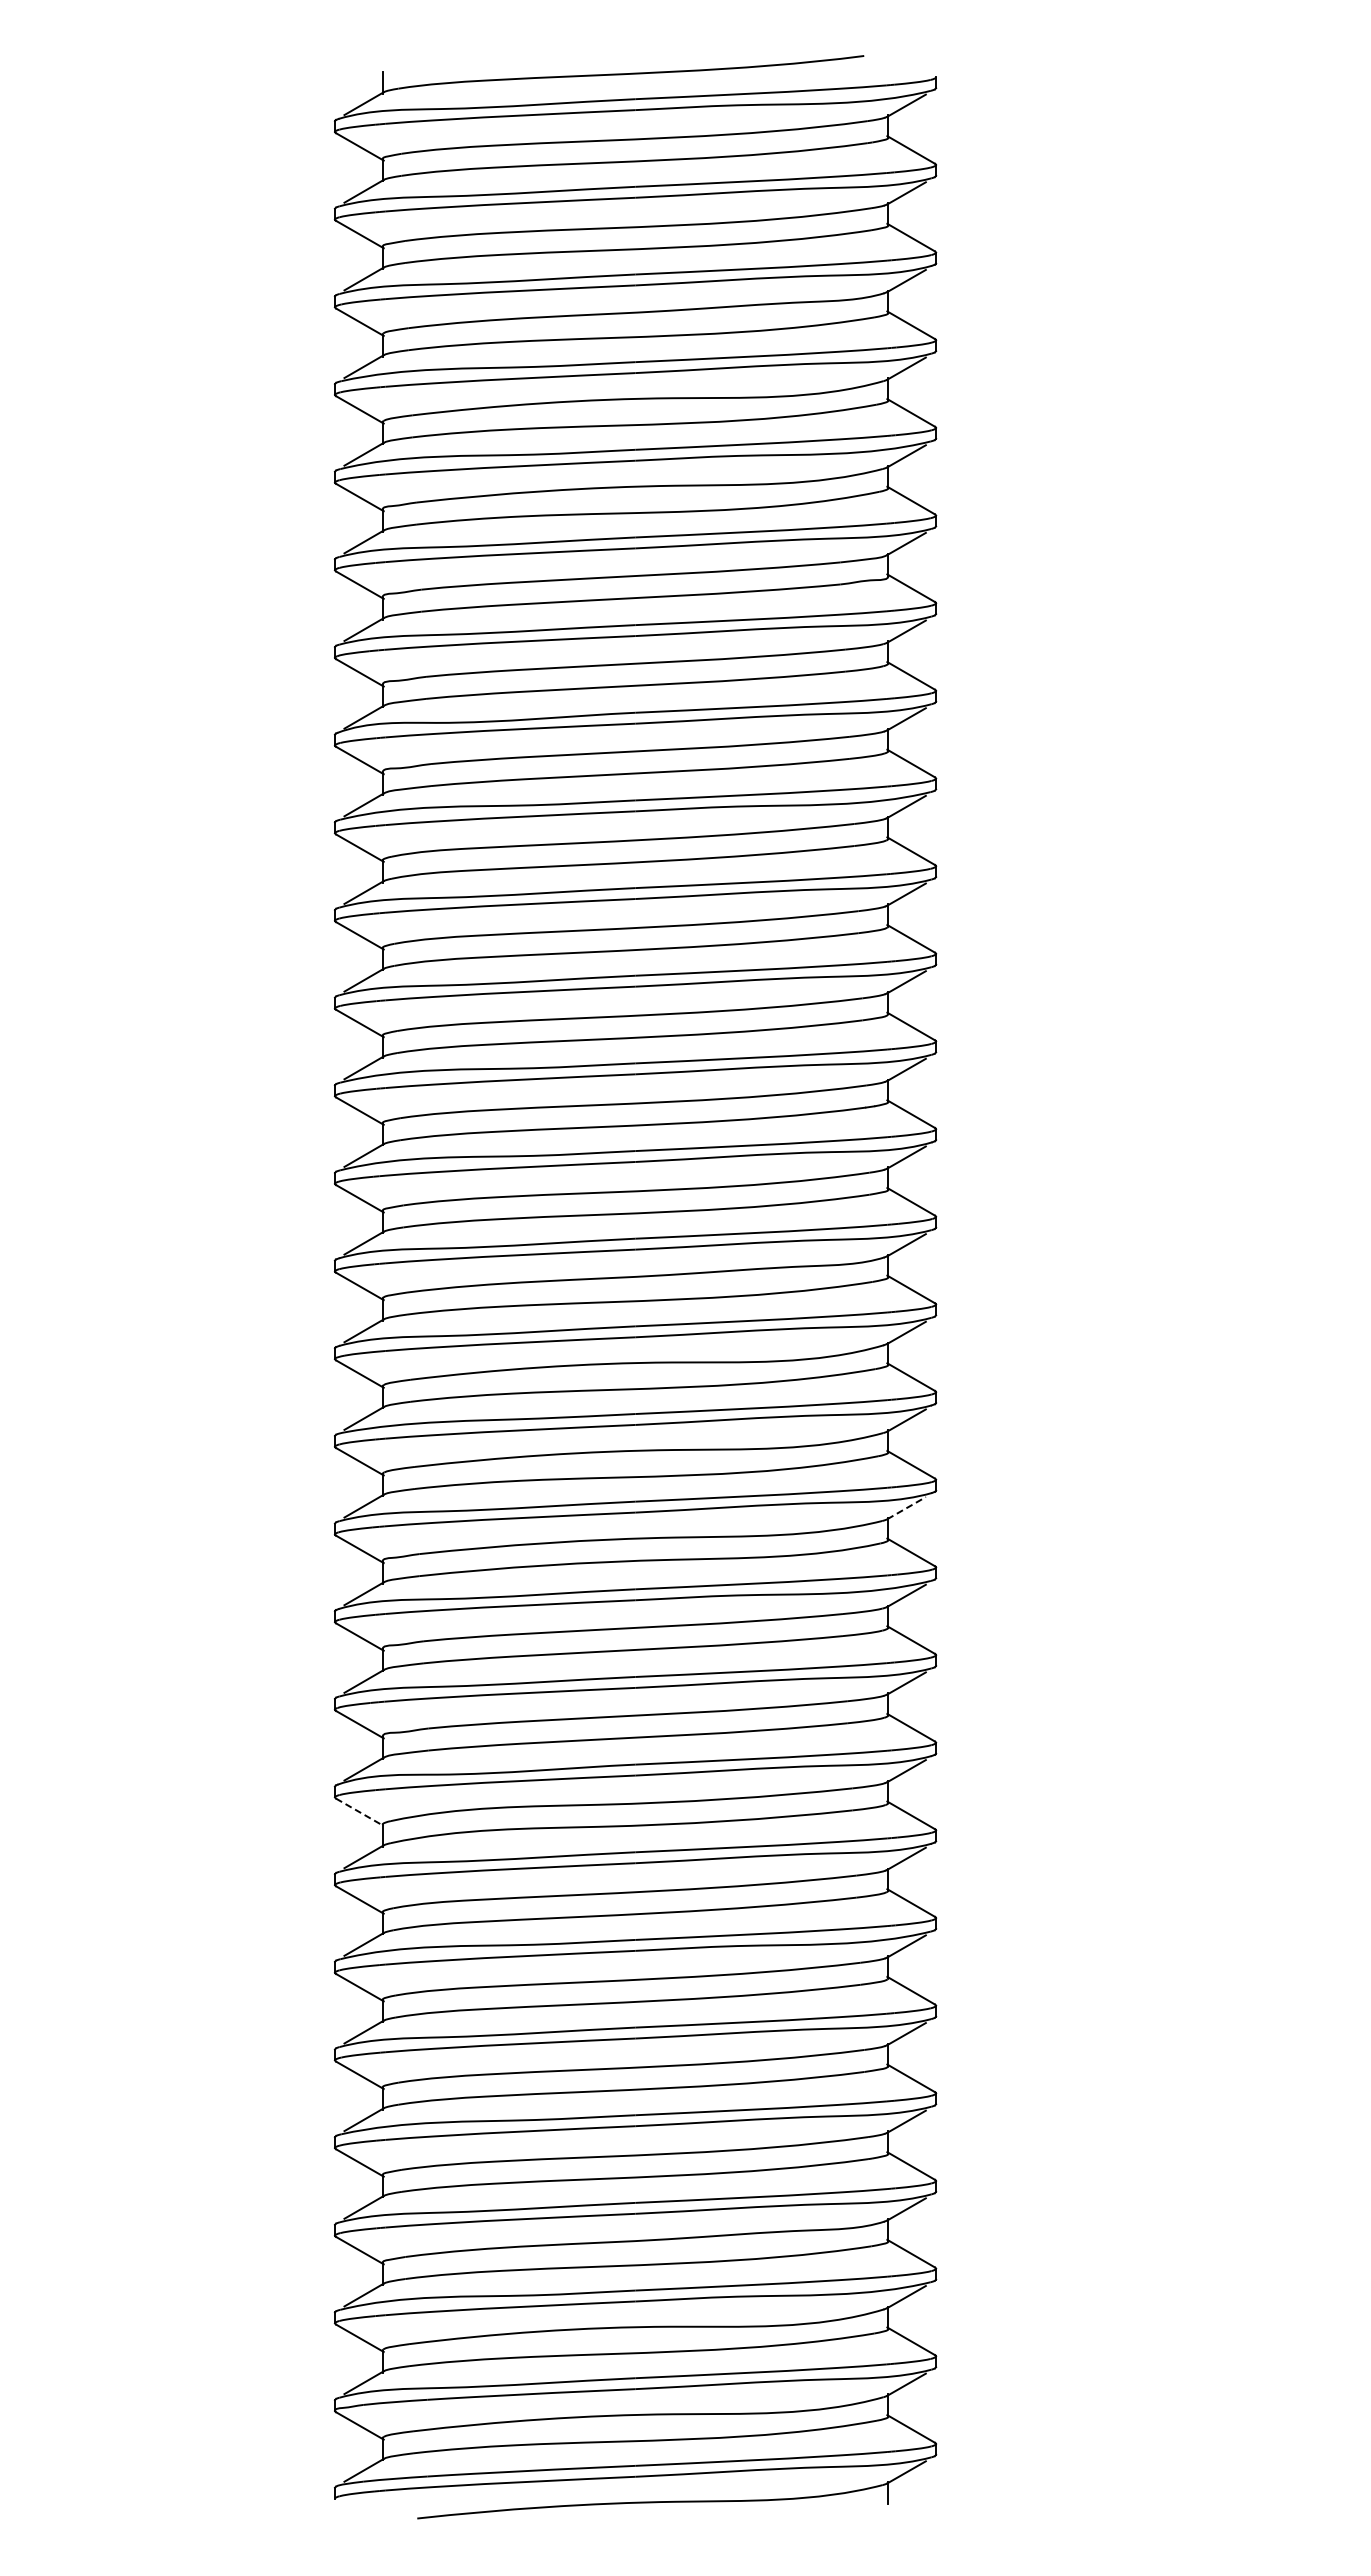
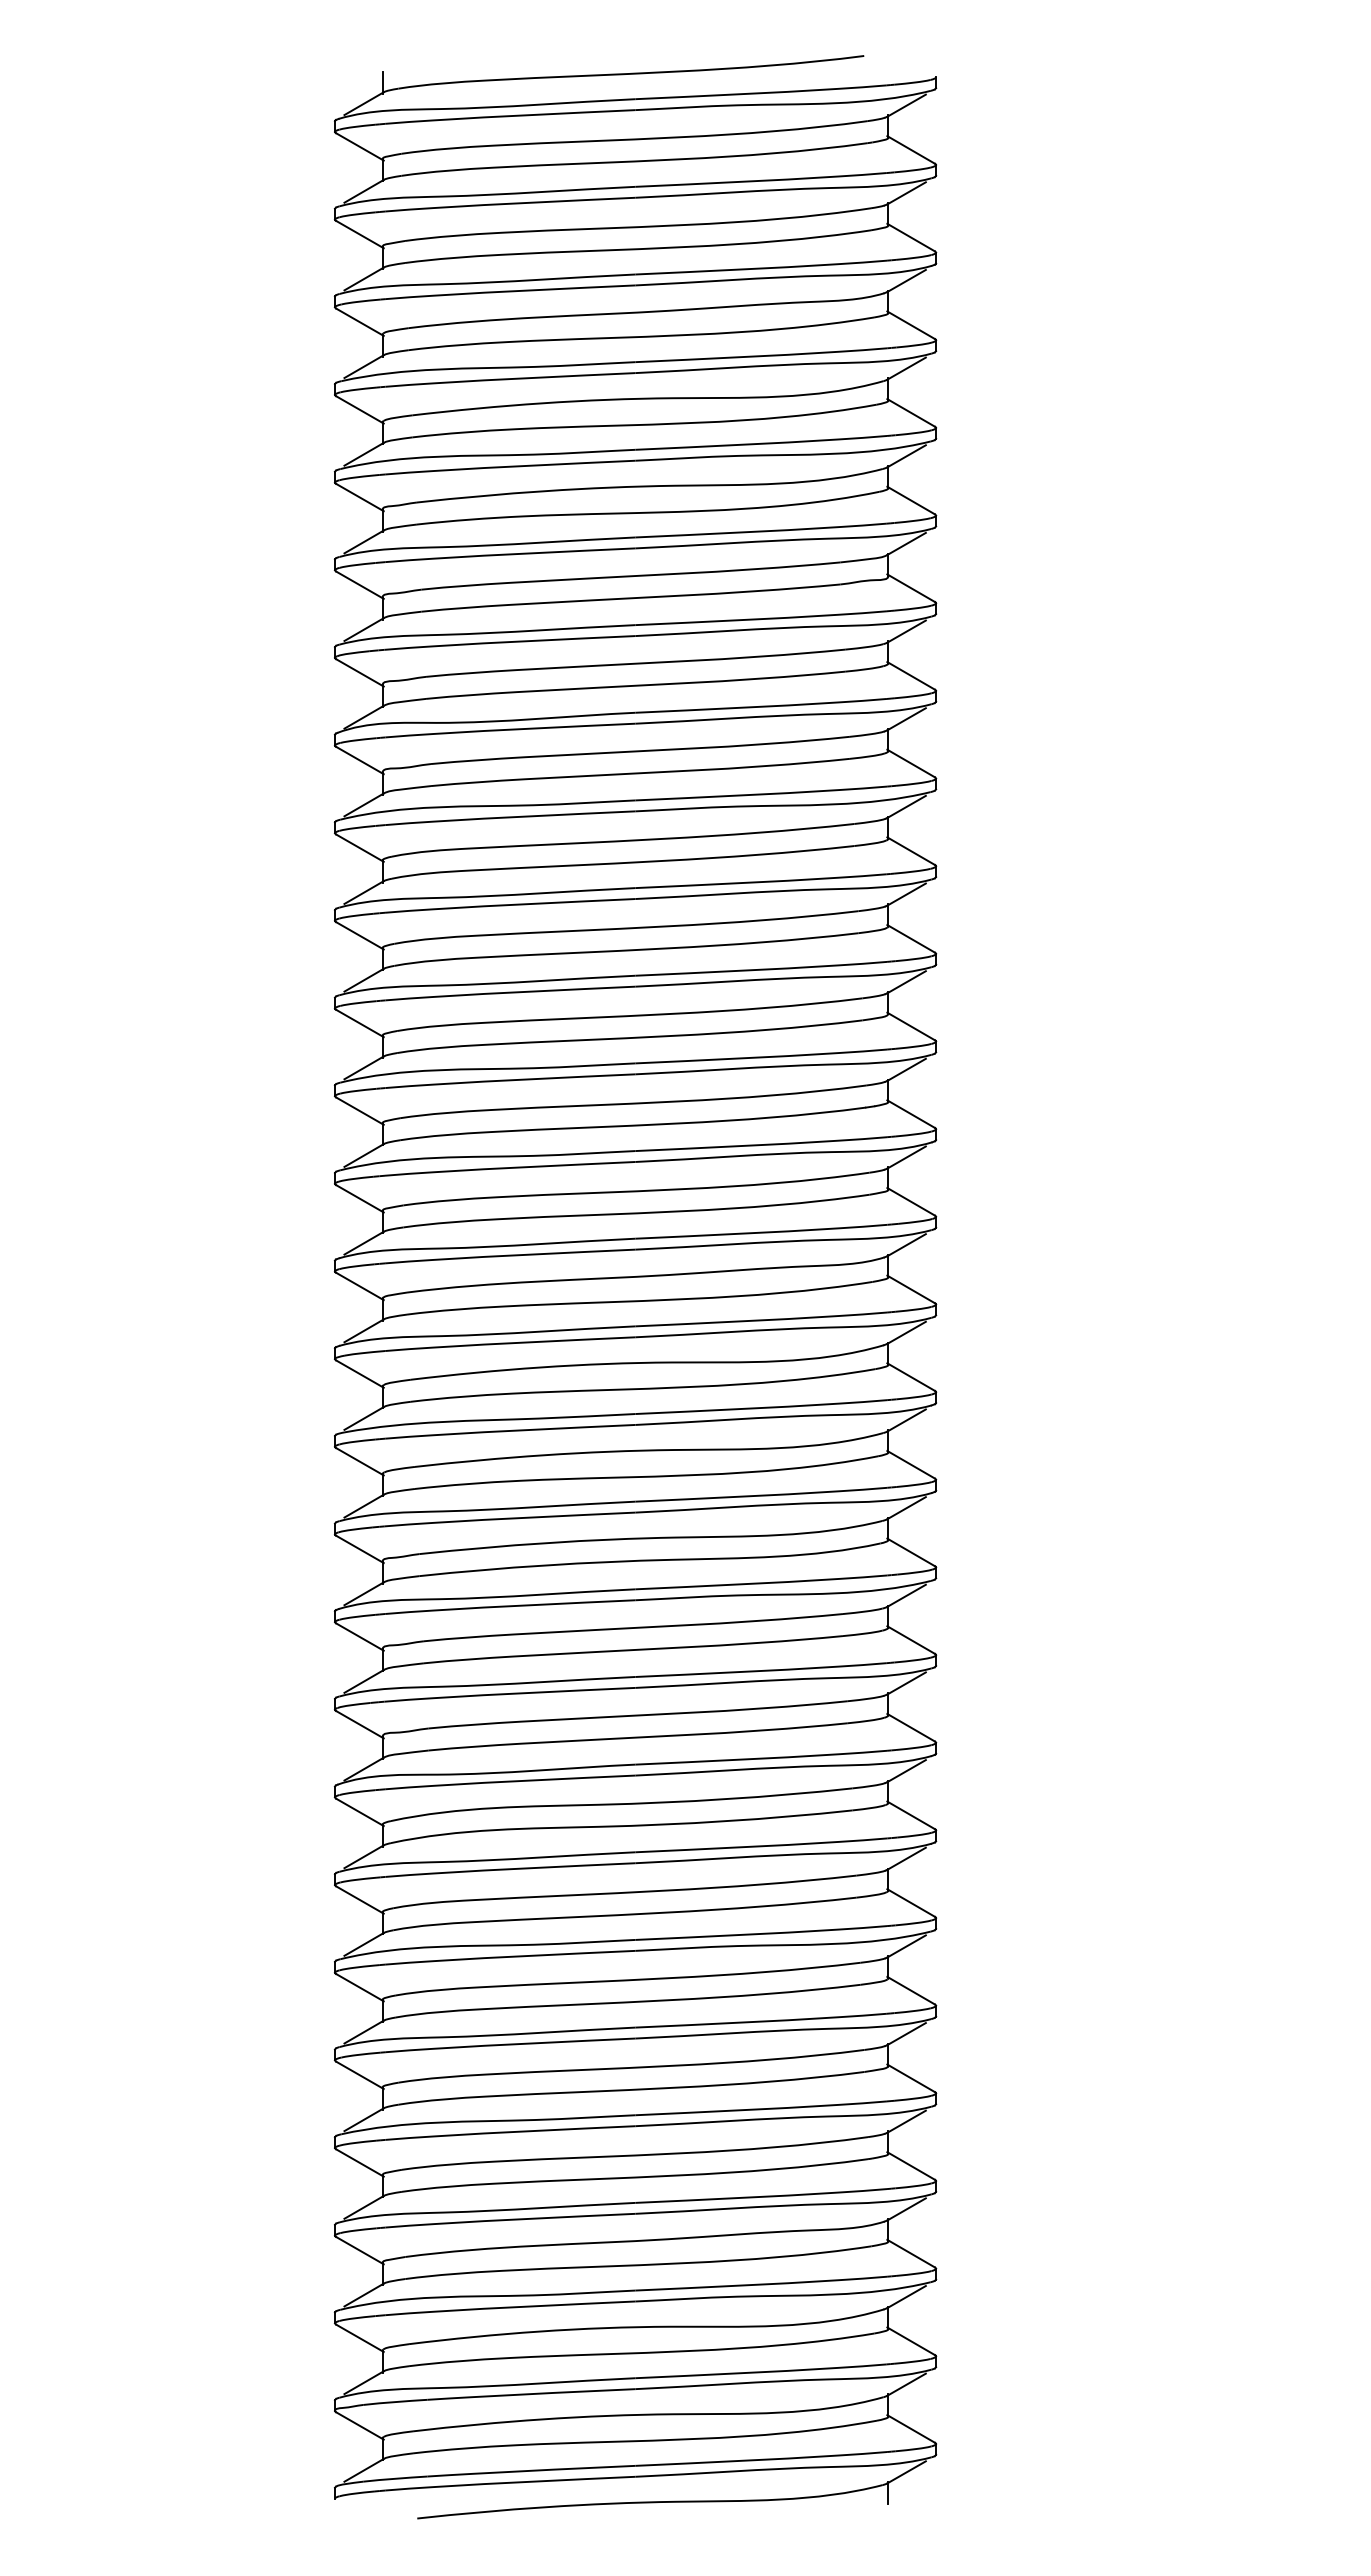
line at (907, 1507): dashed -> solid
line at (359, 1812): dashed -> solid
